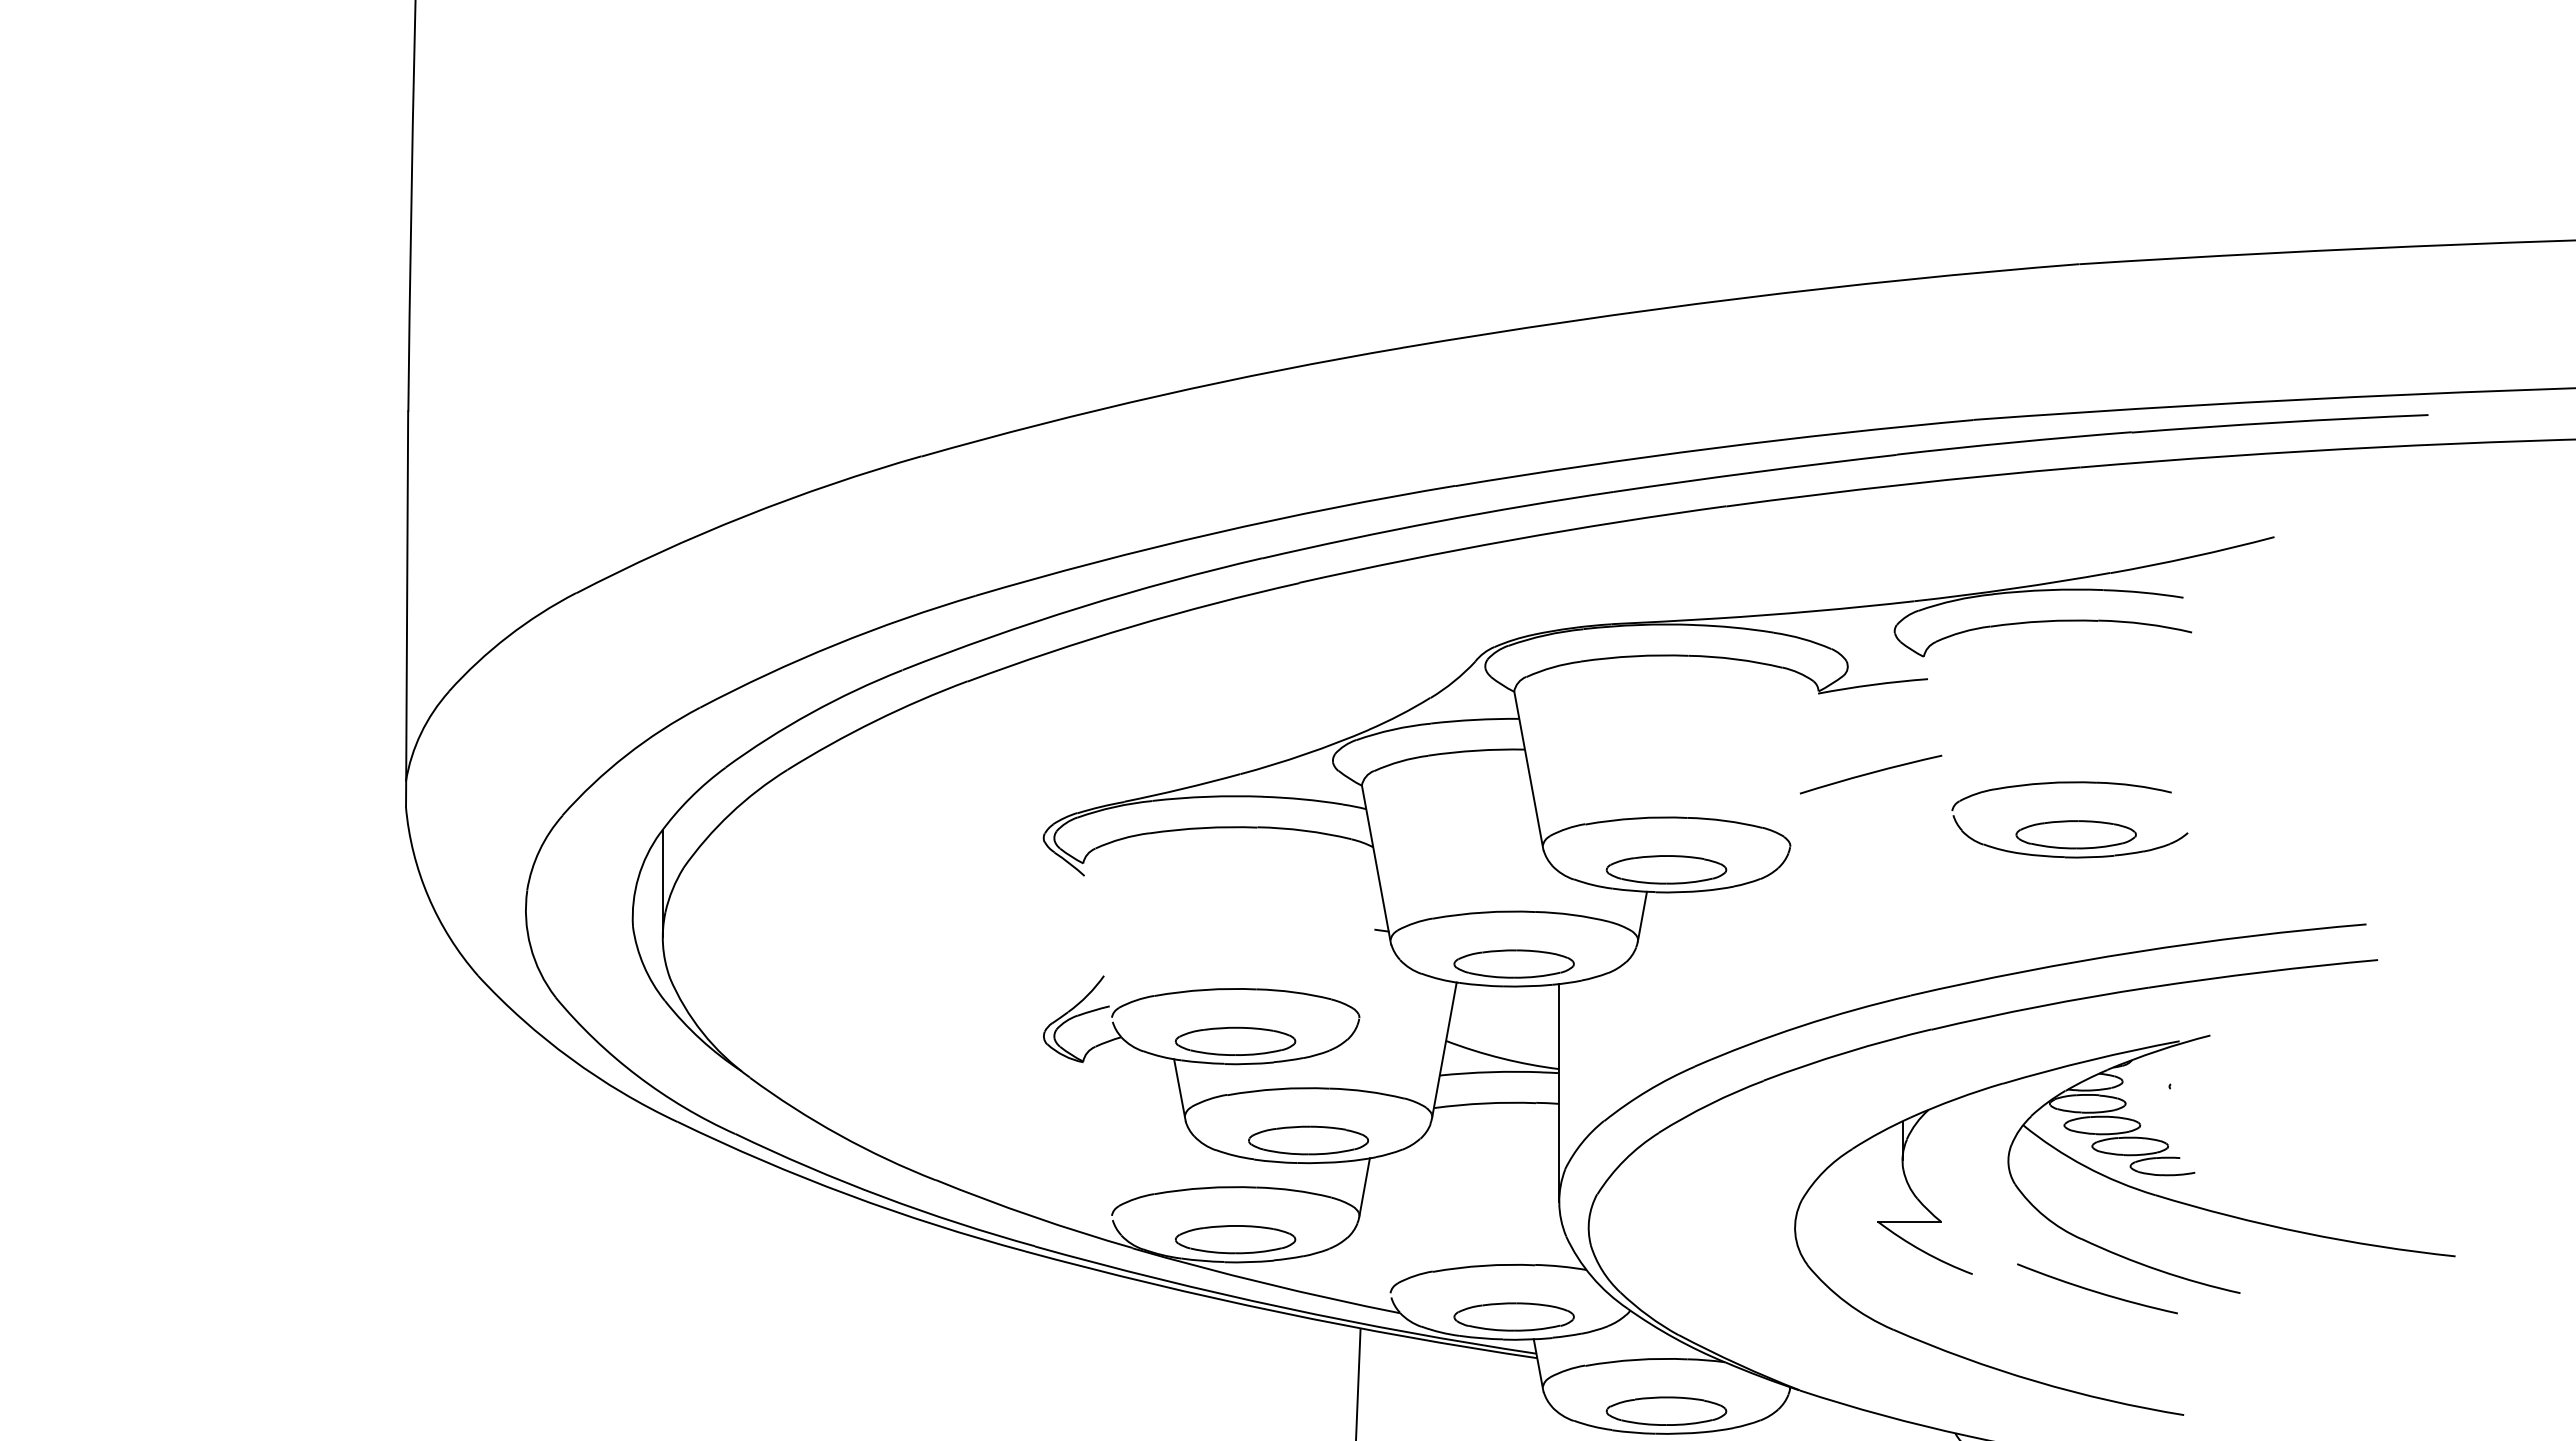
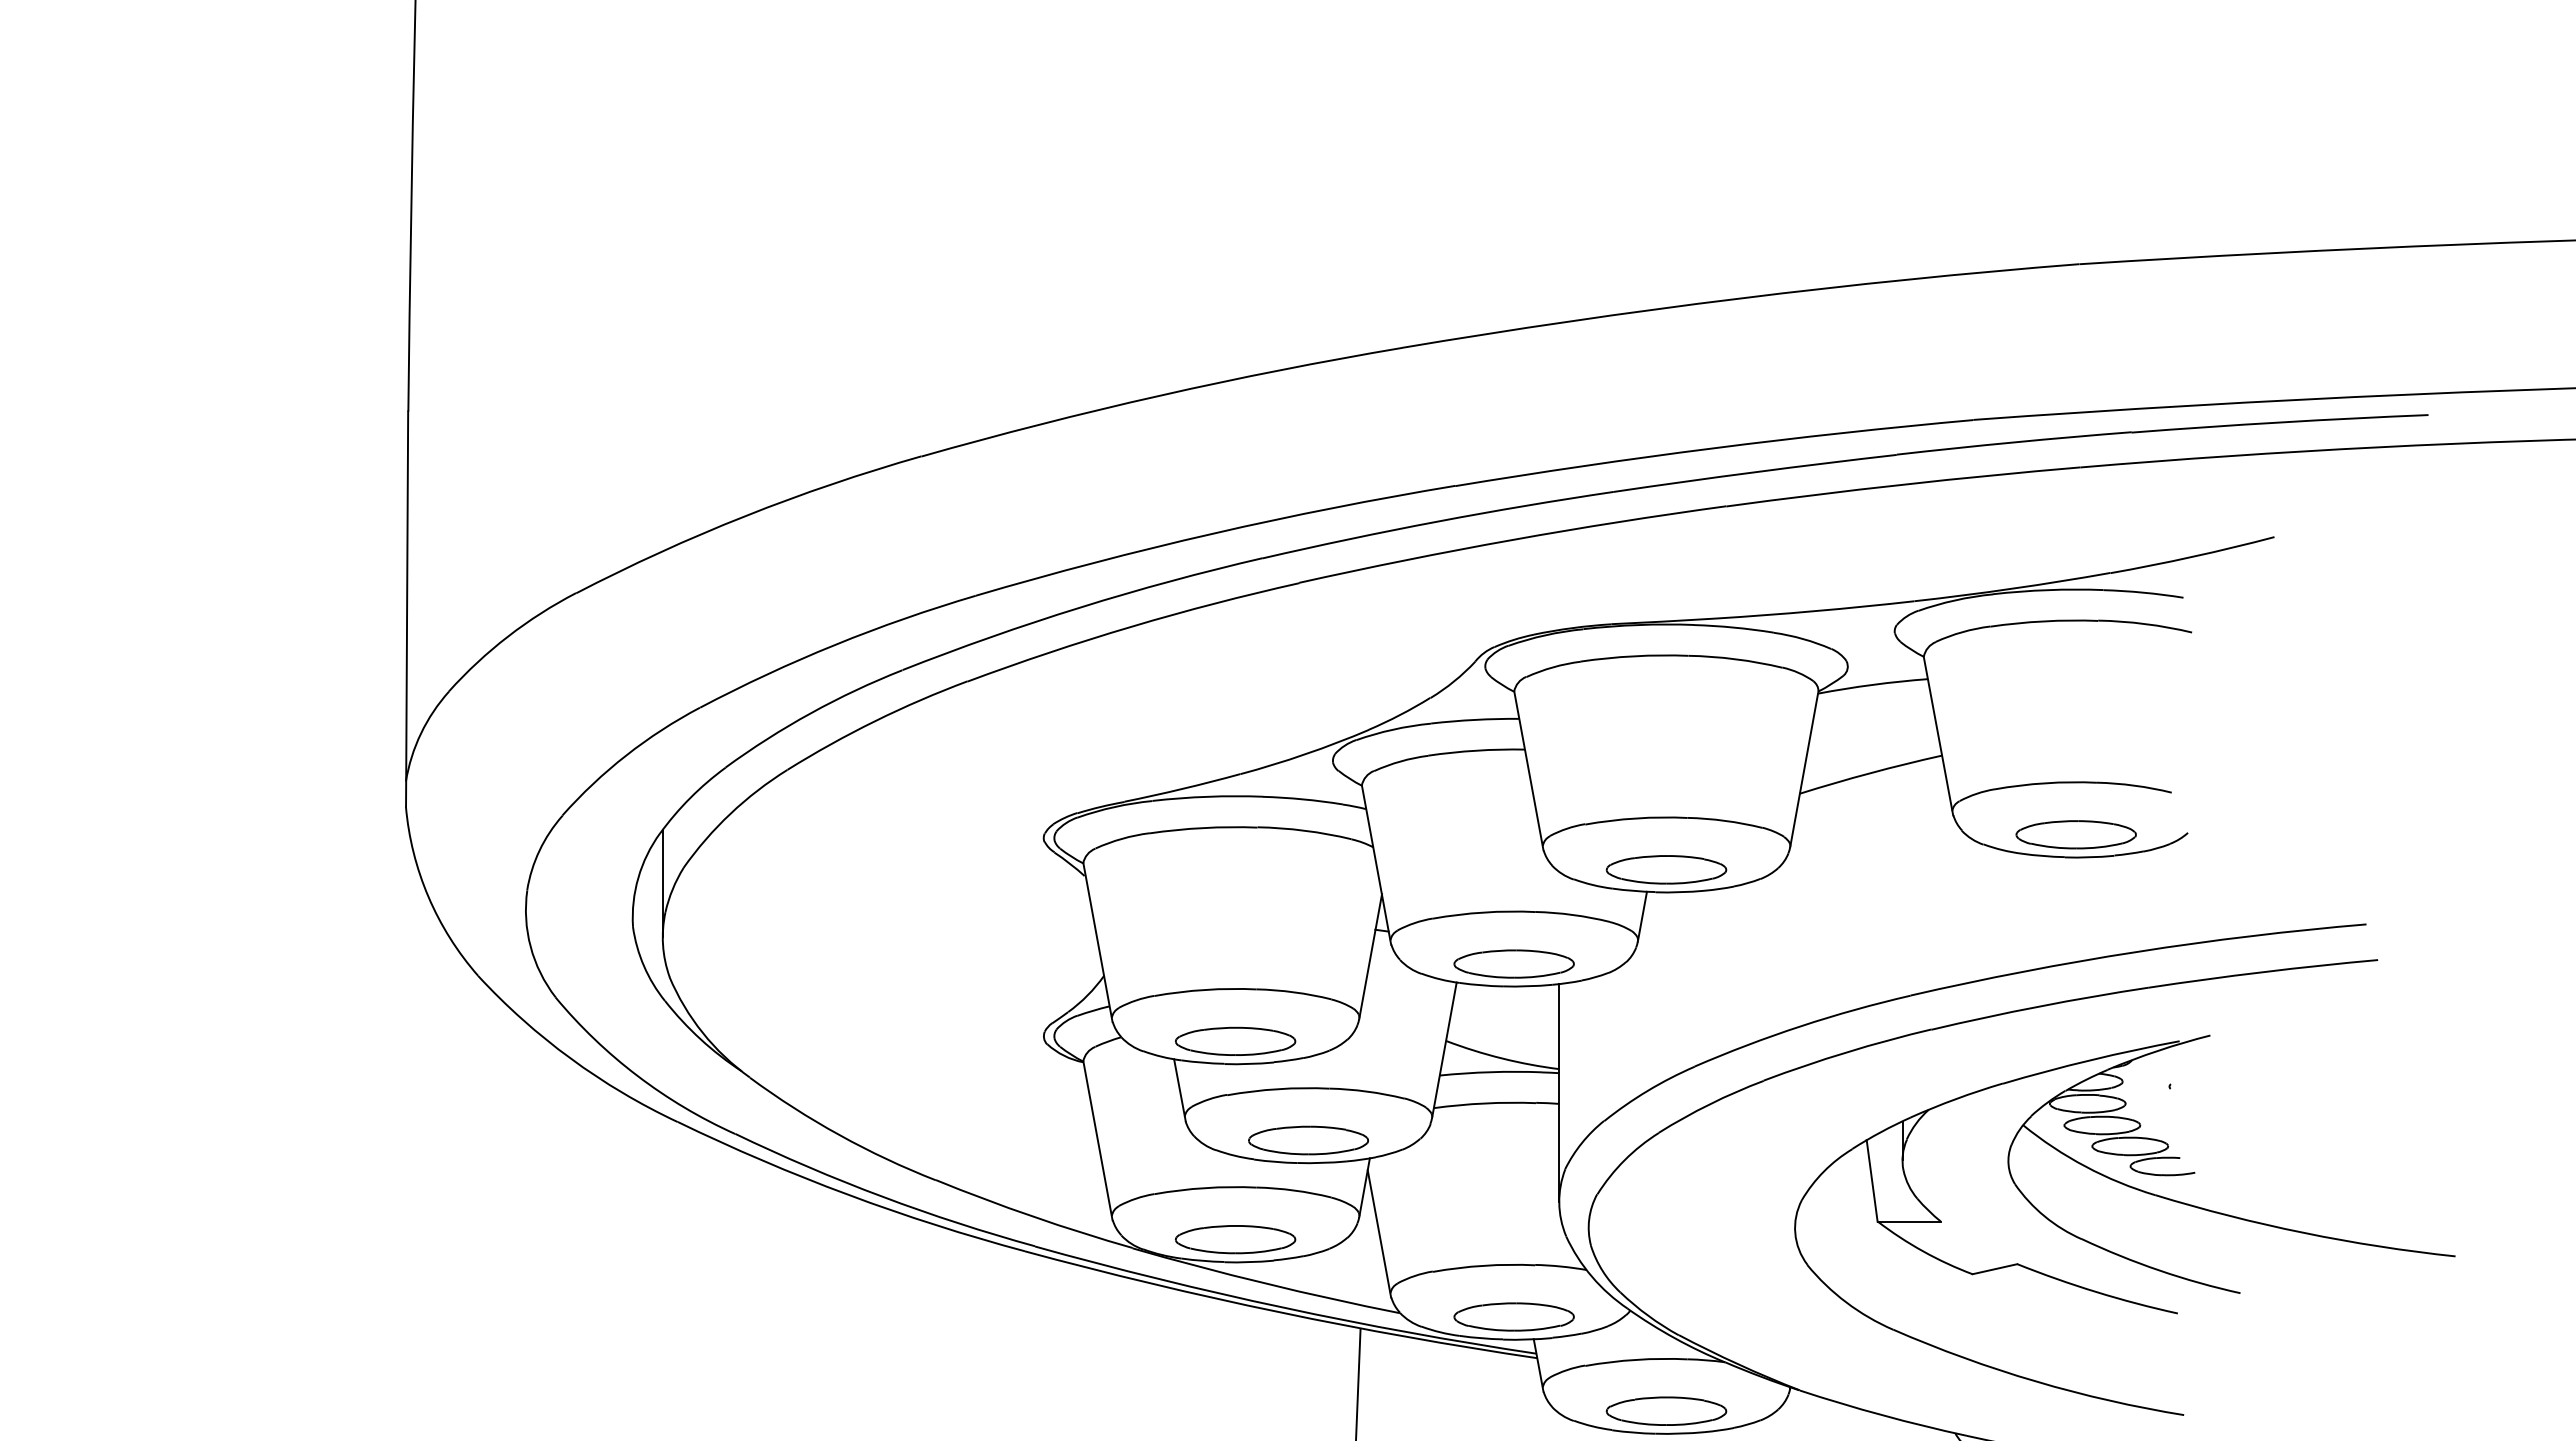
line at (1938, 735): none -> present
line at (1804, 769): none -> present
line at (1097, 942): none -> present
line at (1370, 956): none -> present
line at (1097, 1140): none -> present
line at (1871, 1180): none -> present
line at (1379, 1233): none -> present
line at (1994, 1269): none -> present
